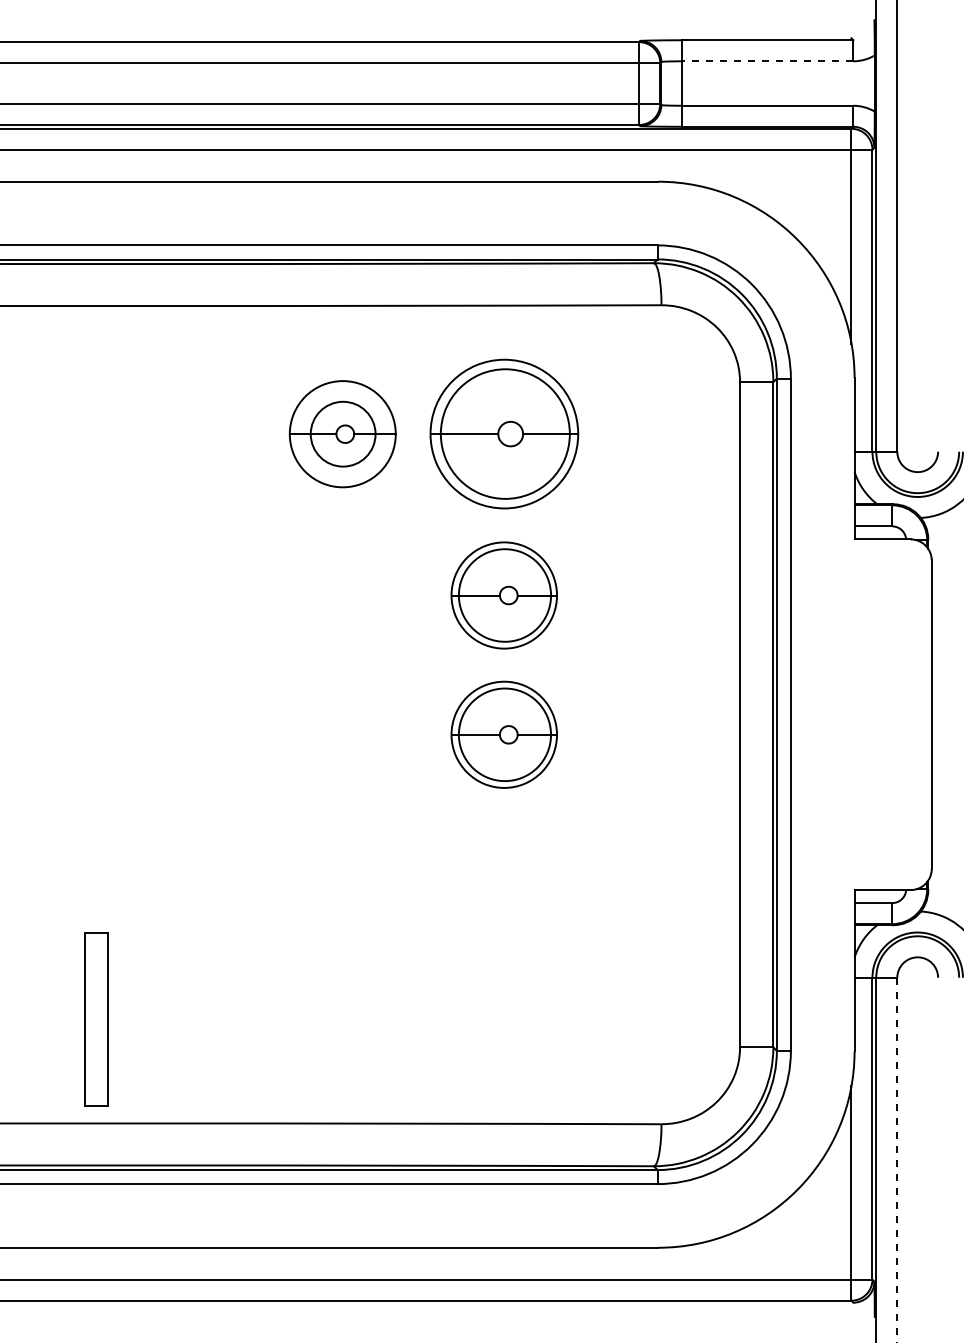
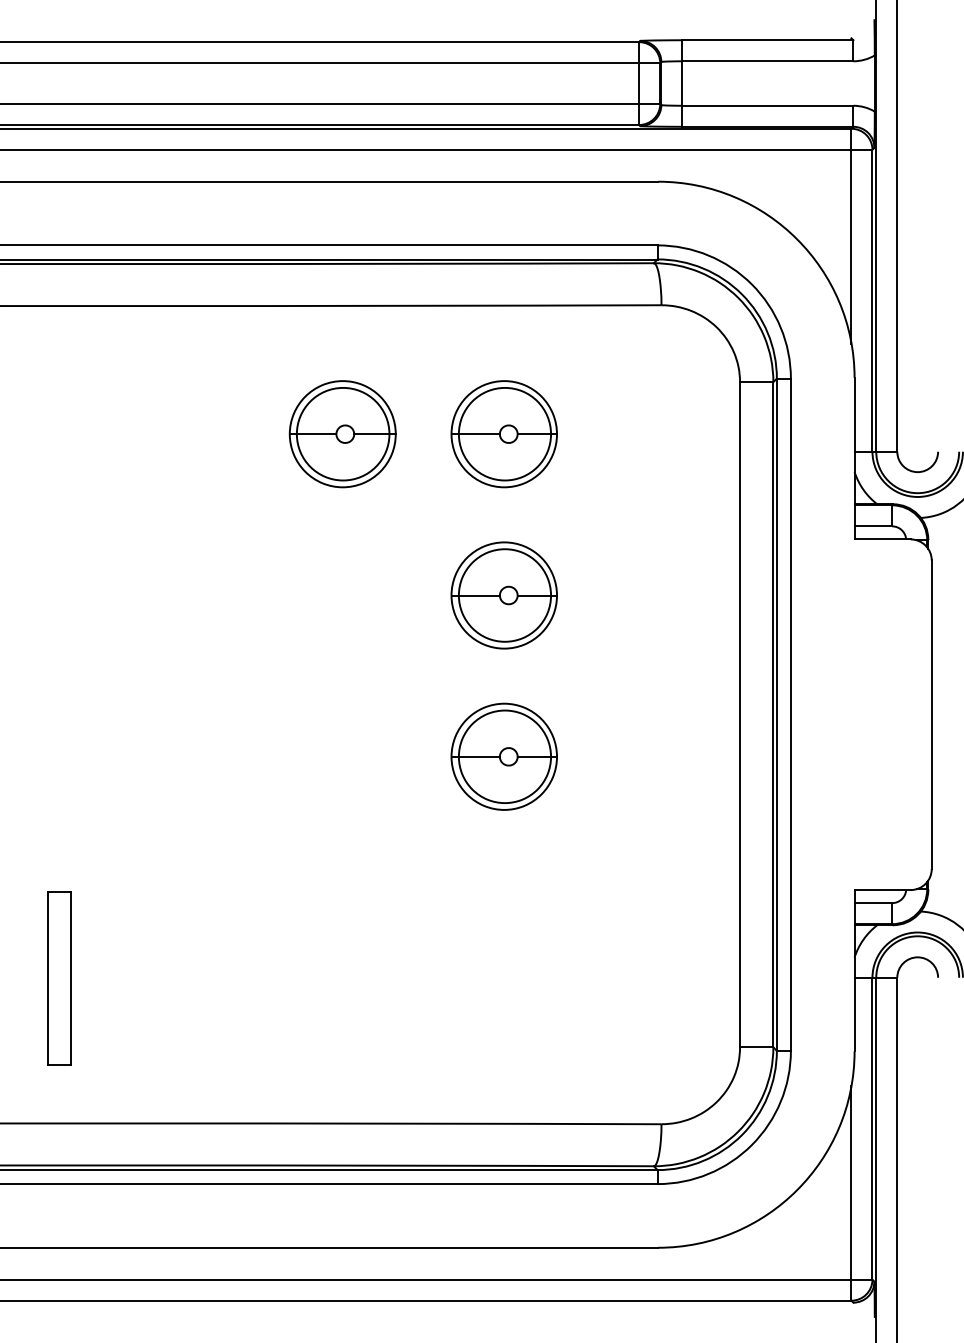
line at (767, 61): dashed -> solid
circle at (342, 433) diameter: 65 px -> 93 px
part at (504, 433) size: 151x152 px -> 108x109 px
part at (503, 734) position: (503, 734) -> (503, 756)
part at (96, 1019) position: (96, 1019) -> (59, 978)
line at (897, 1159): dashed -> solid
